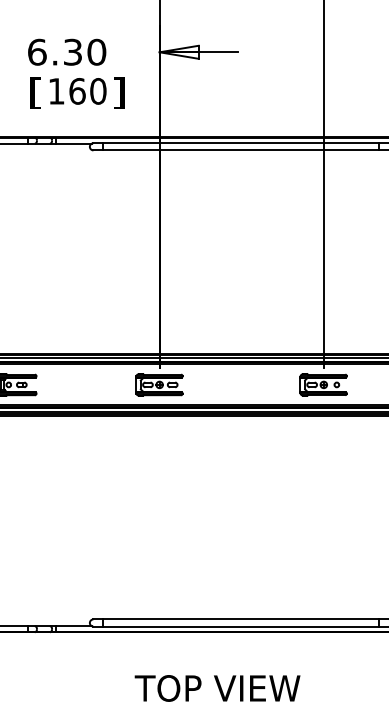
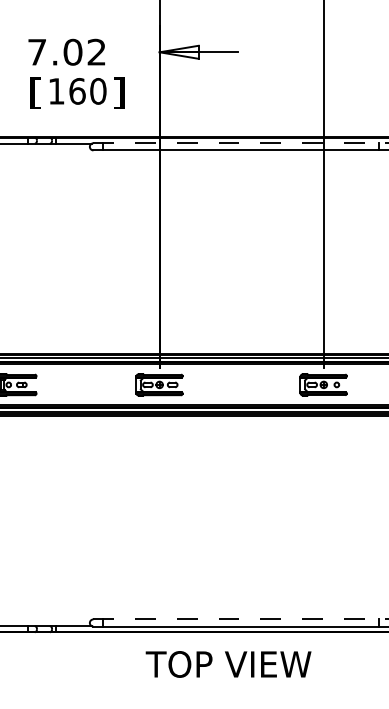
text at (67, 51): 6.30 -> 7.02
line at (241, 143): solid -> dashed
line at (241, 619): solid -> dashed
text at (217, 688) position: (217, 688) -> (228, 664)
